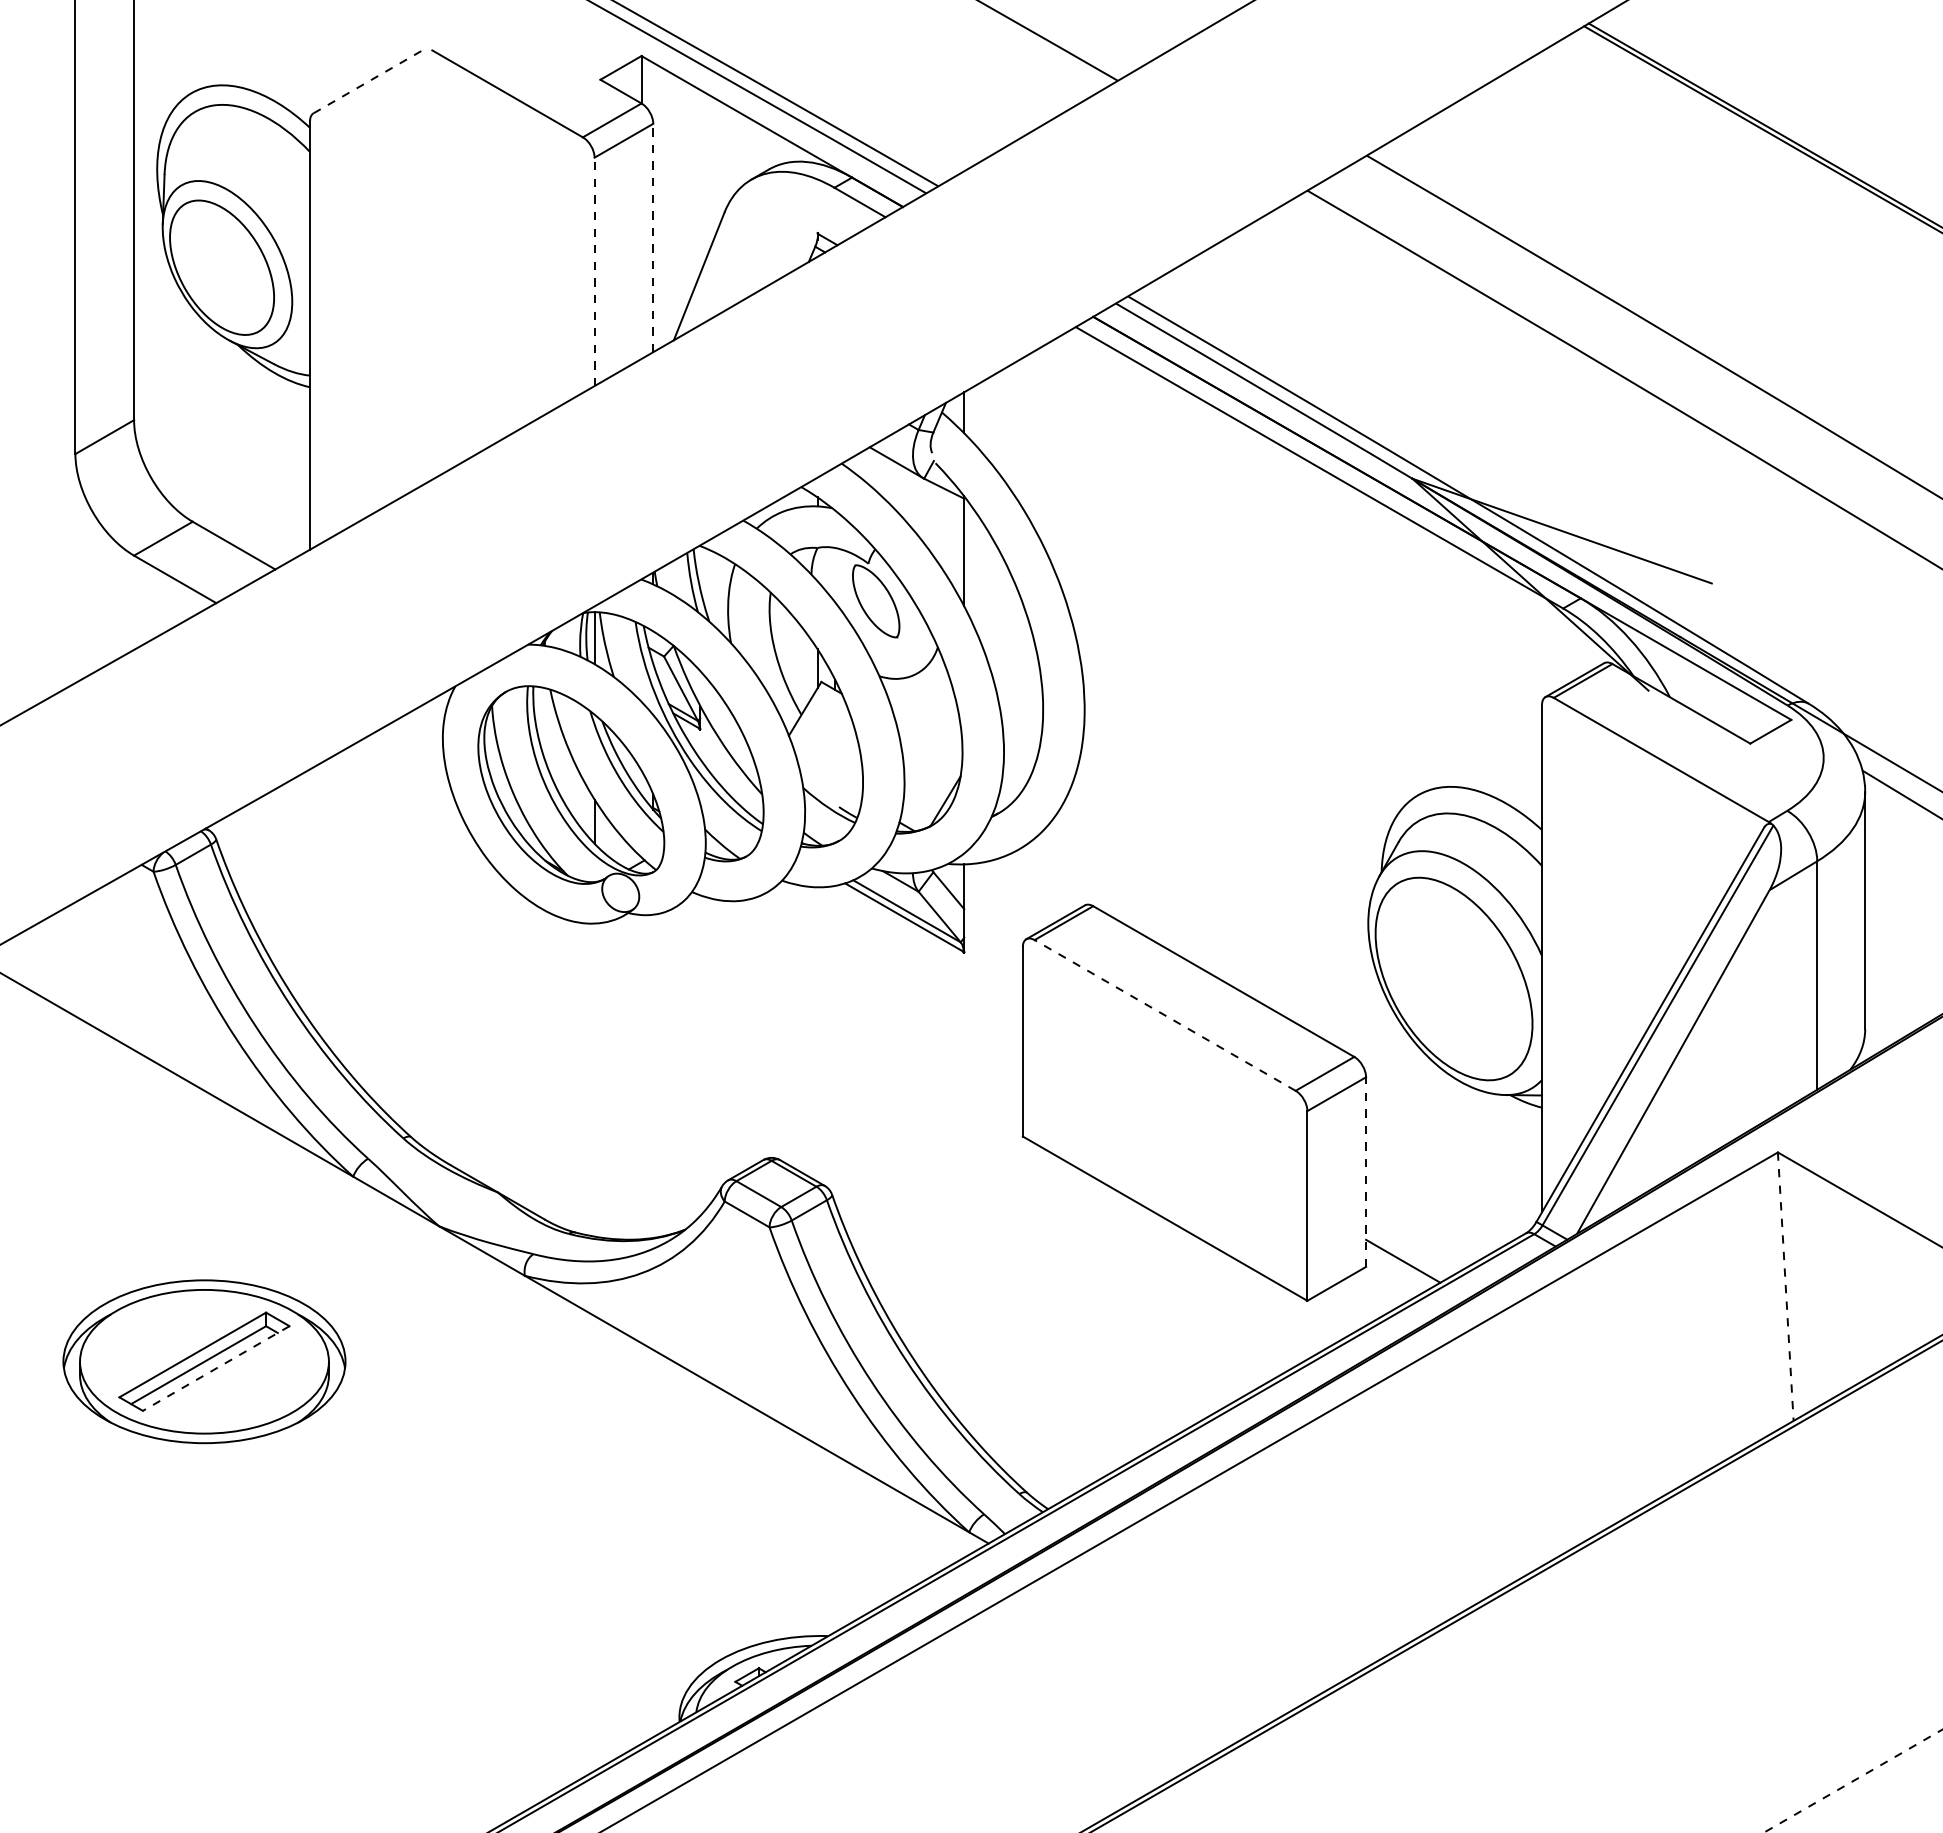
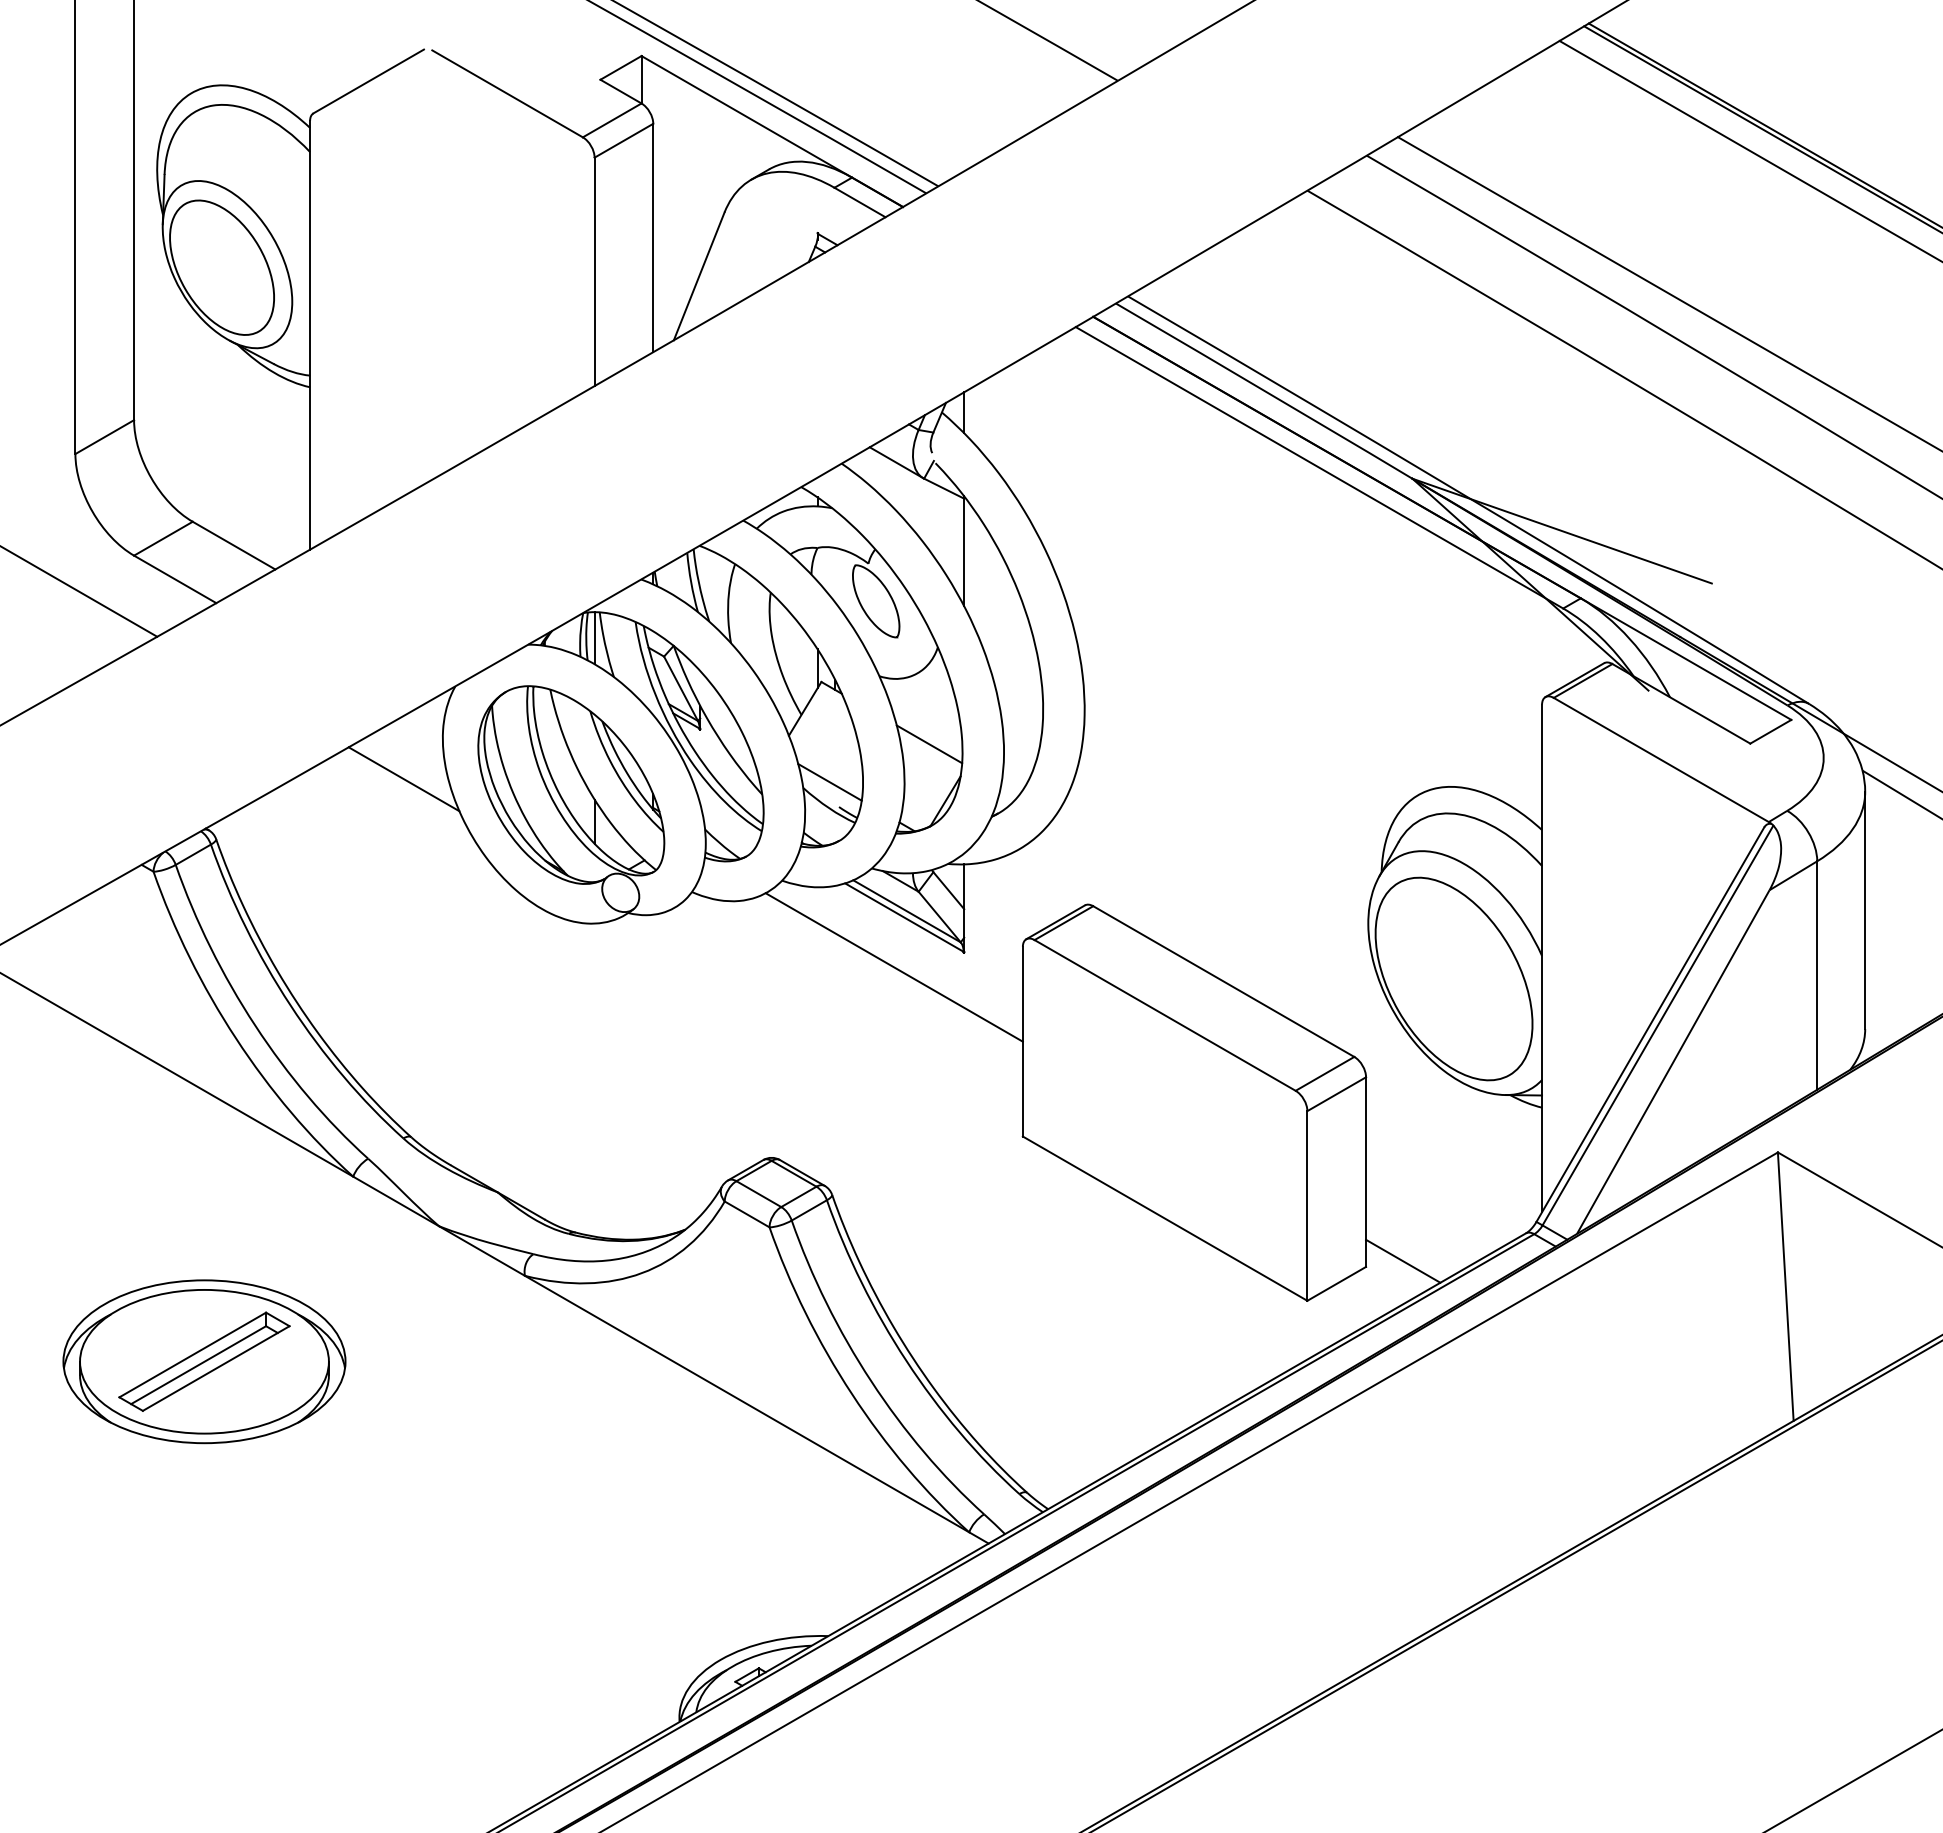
line at (368, 81): dashed -> solid
line at (1749, 150): none -> present
line at (653, 237): dashed -> solid
line at (594, 271): dashed -> solid
line at (1668, 293): none -> present
line at (79, 591): none -> present
line at (929, 744): none -> present
line at (403, 779): none -> present
line at (829, 782): none -> present
line at (893, 967): none -> present
line at (1165, 1015): dashed -> solid
line at (1366, 1172): dashed -> solid
line at (1785, 1287): dashed -> solid
line at (216, 1368): dashed -> solid
line at (1852, 1781): dashed -> solid
